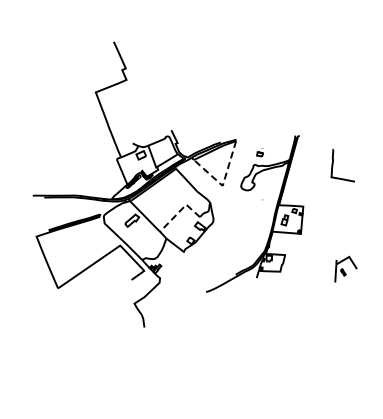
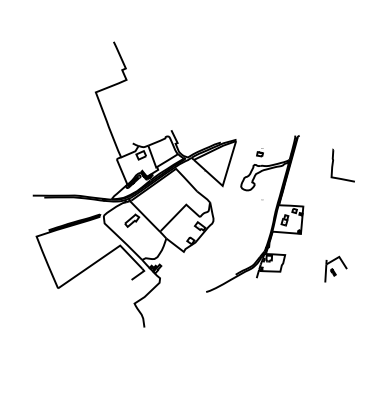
line at (223, 183): dashed -> solid
line at (180, 211): dashed -> solid
part at (345, 268) position: (345, 268) -> (335, 268)
